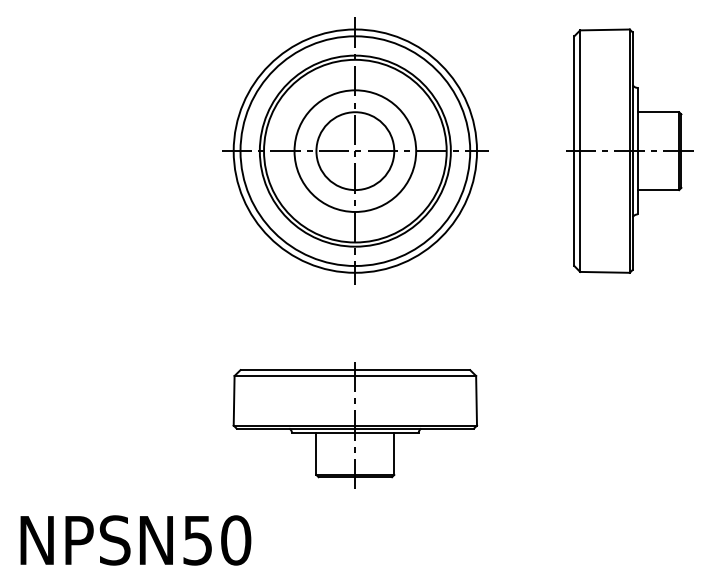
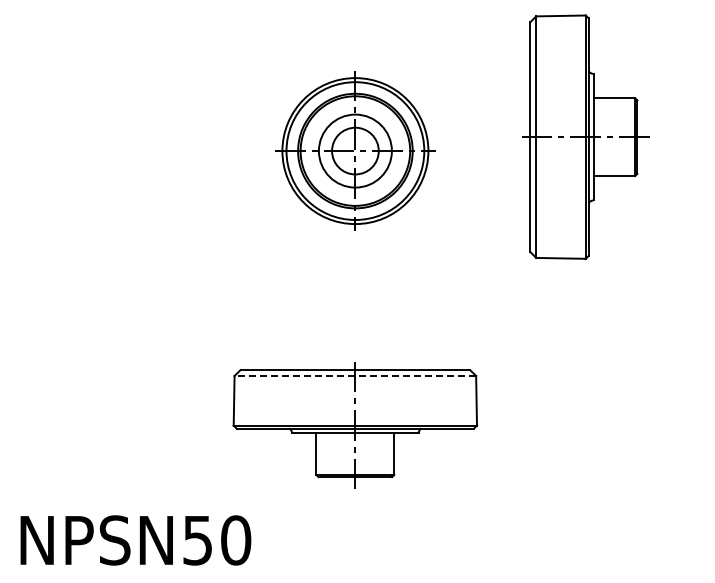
part at (355, 150) size: 267x268 px -> 161x160 px
part at (629, 150) position: (629, 150) -> (585, 136)
line at (355, 375): solid -> dashed
